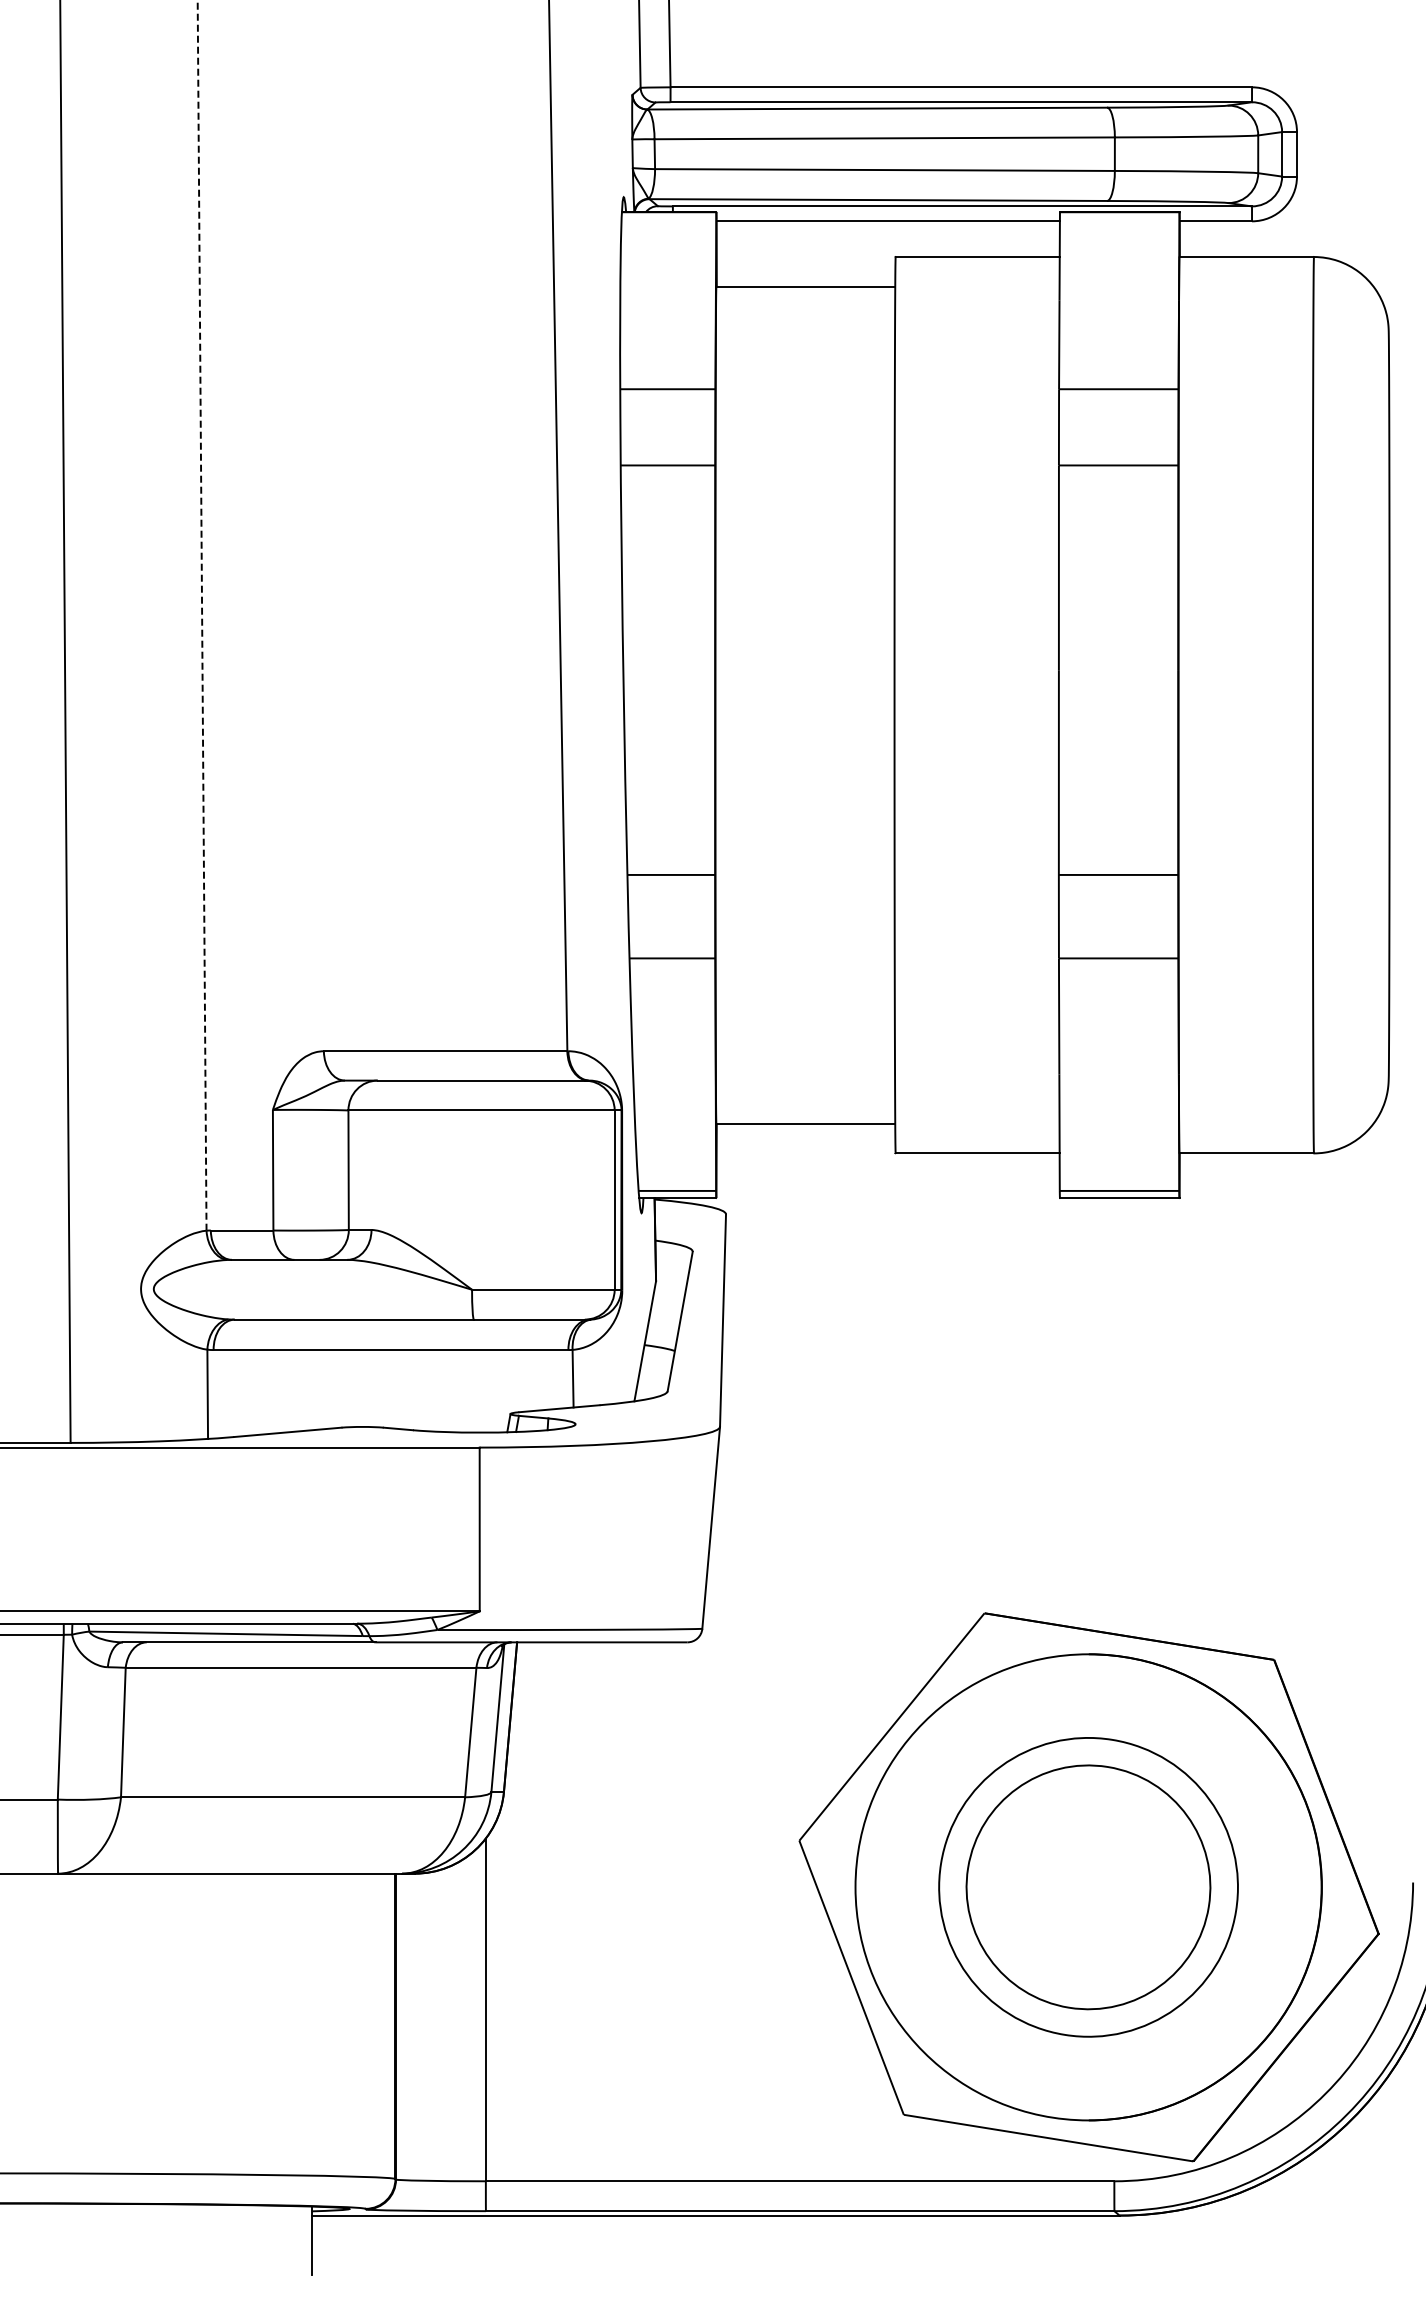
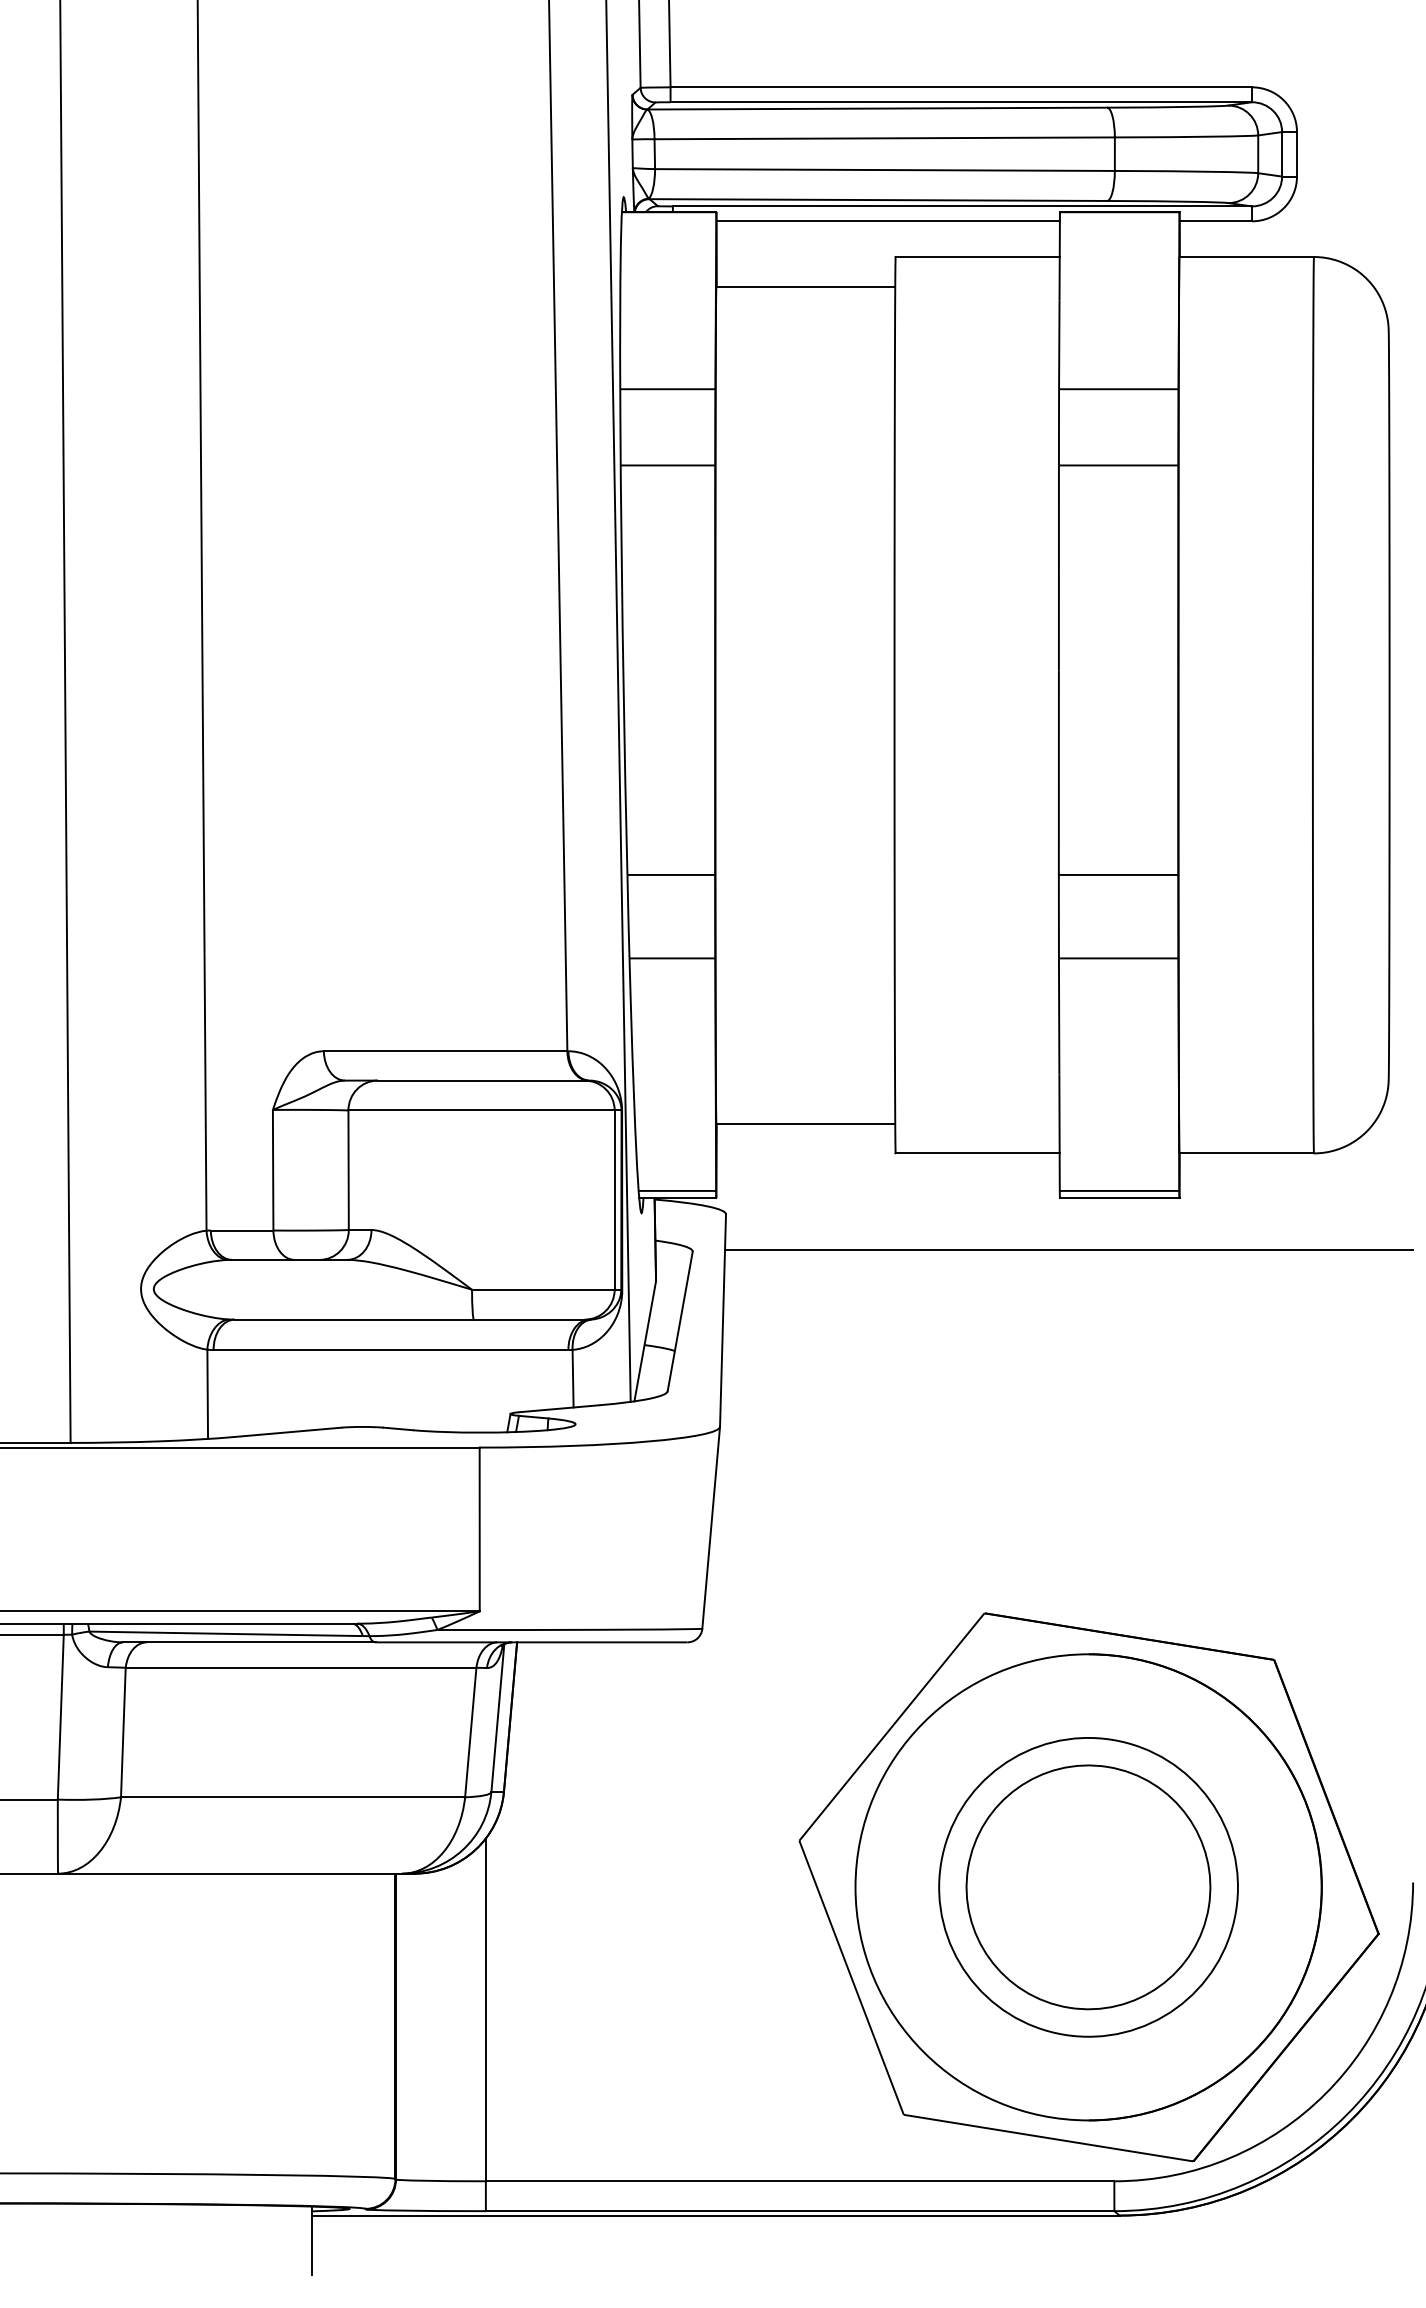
line at (202, 614): dashed -> solid
line at (618, 701): none -> present
line at (1069, 1250): none -> present
